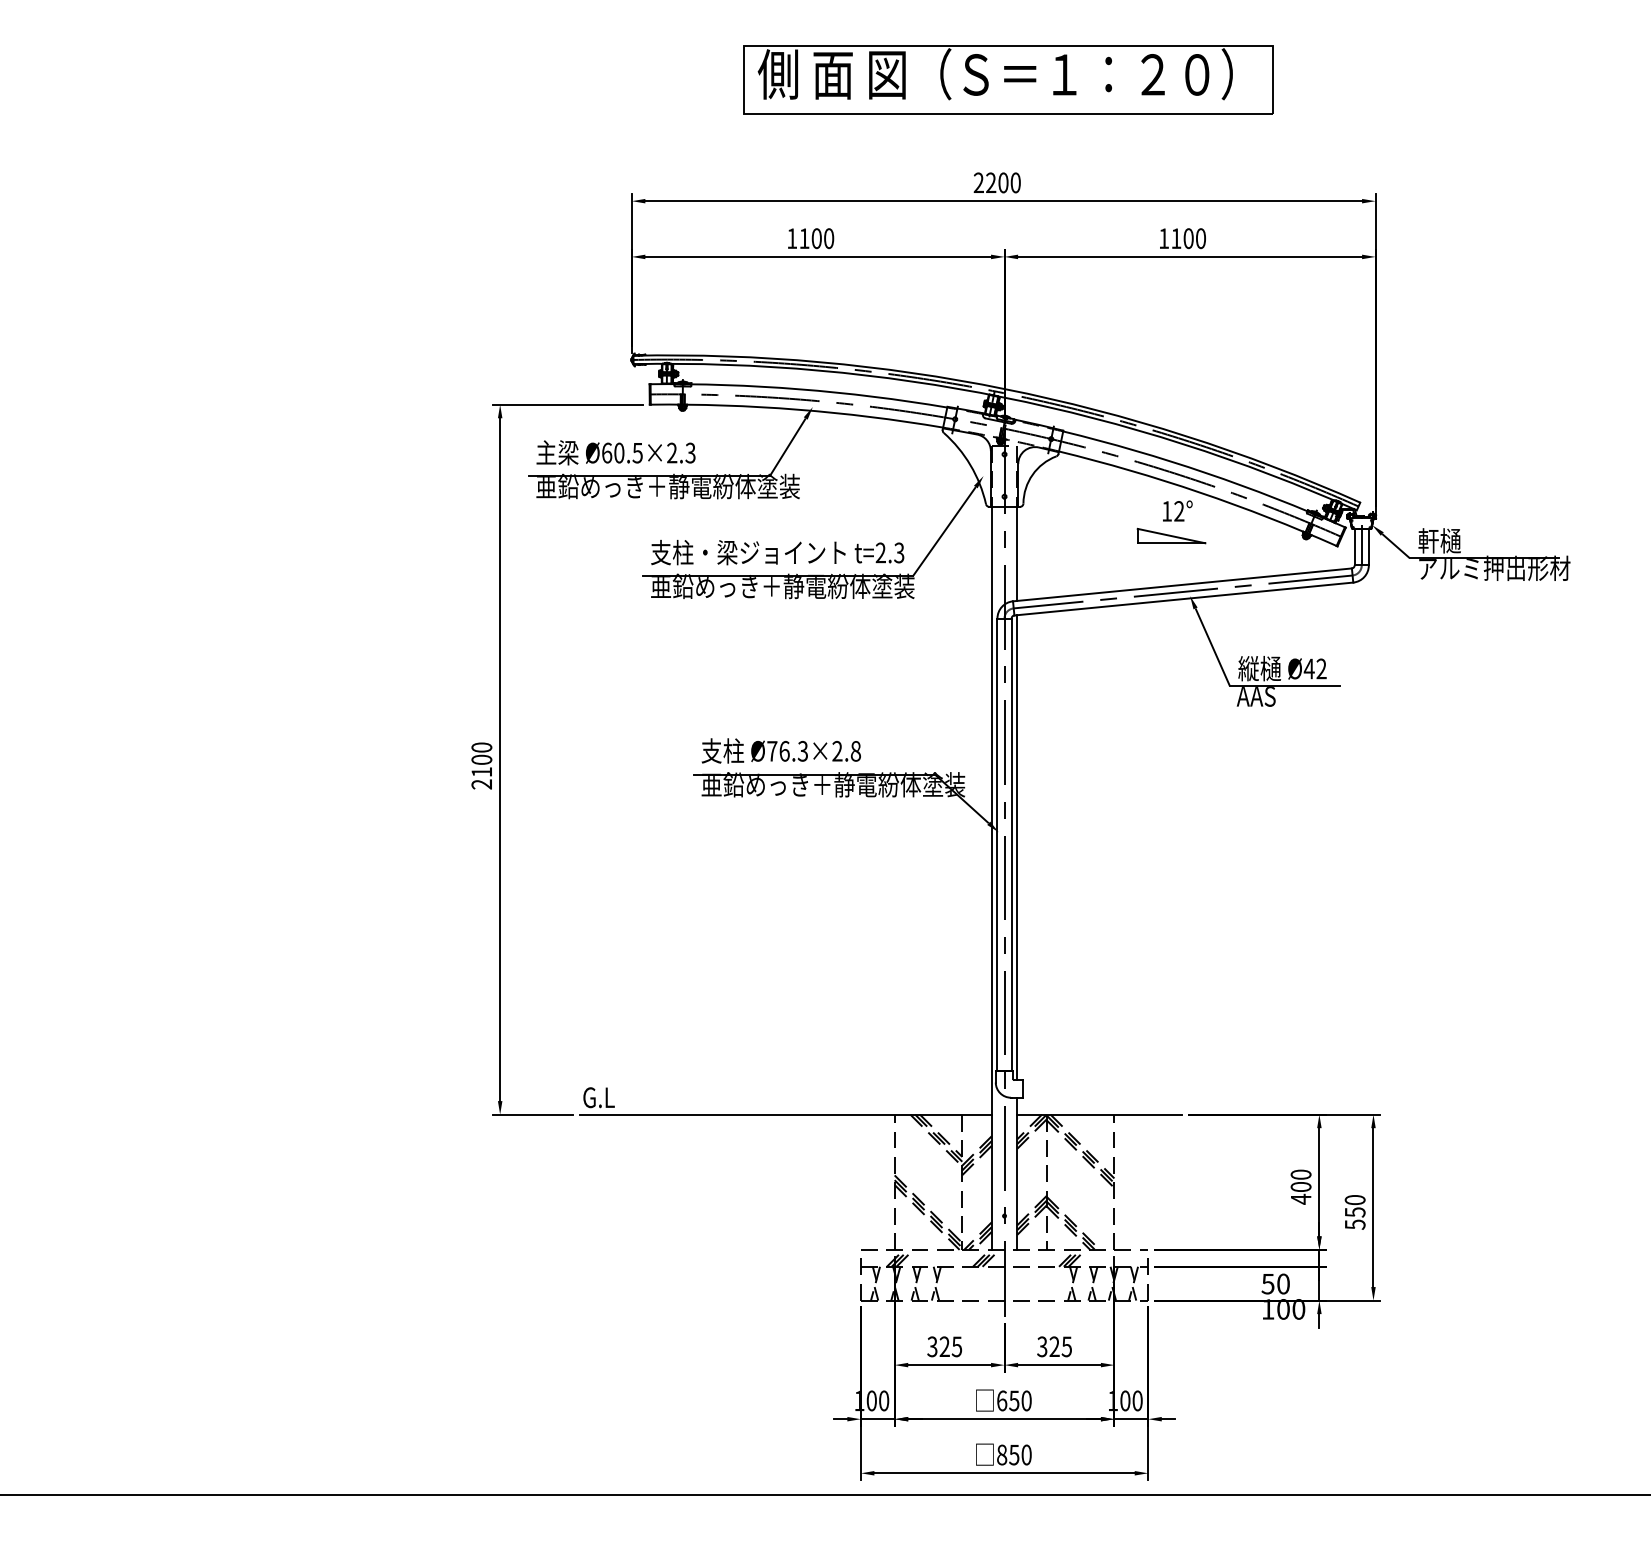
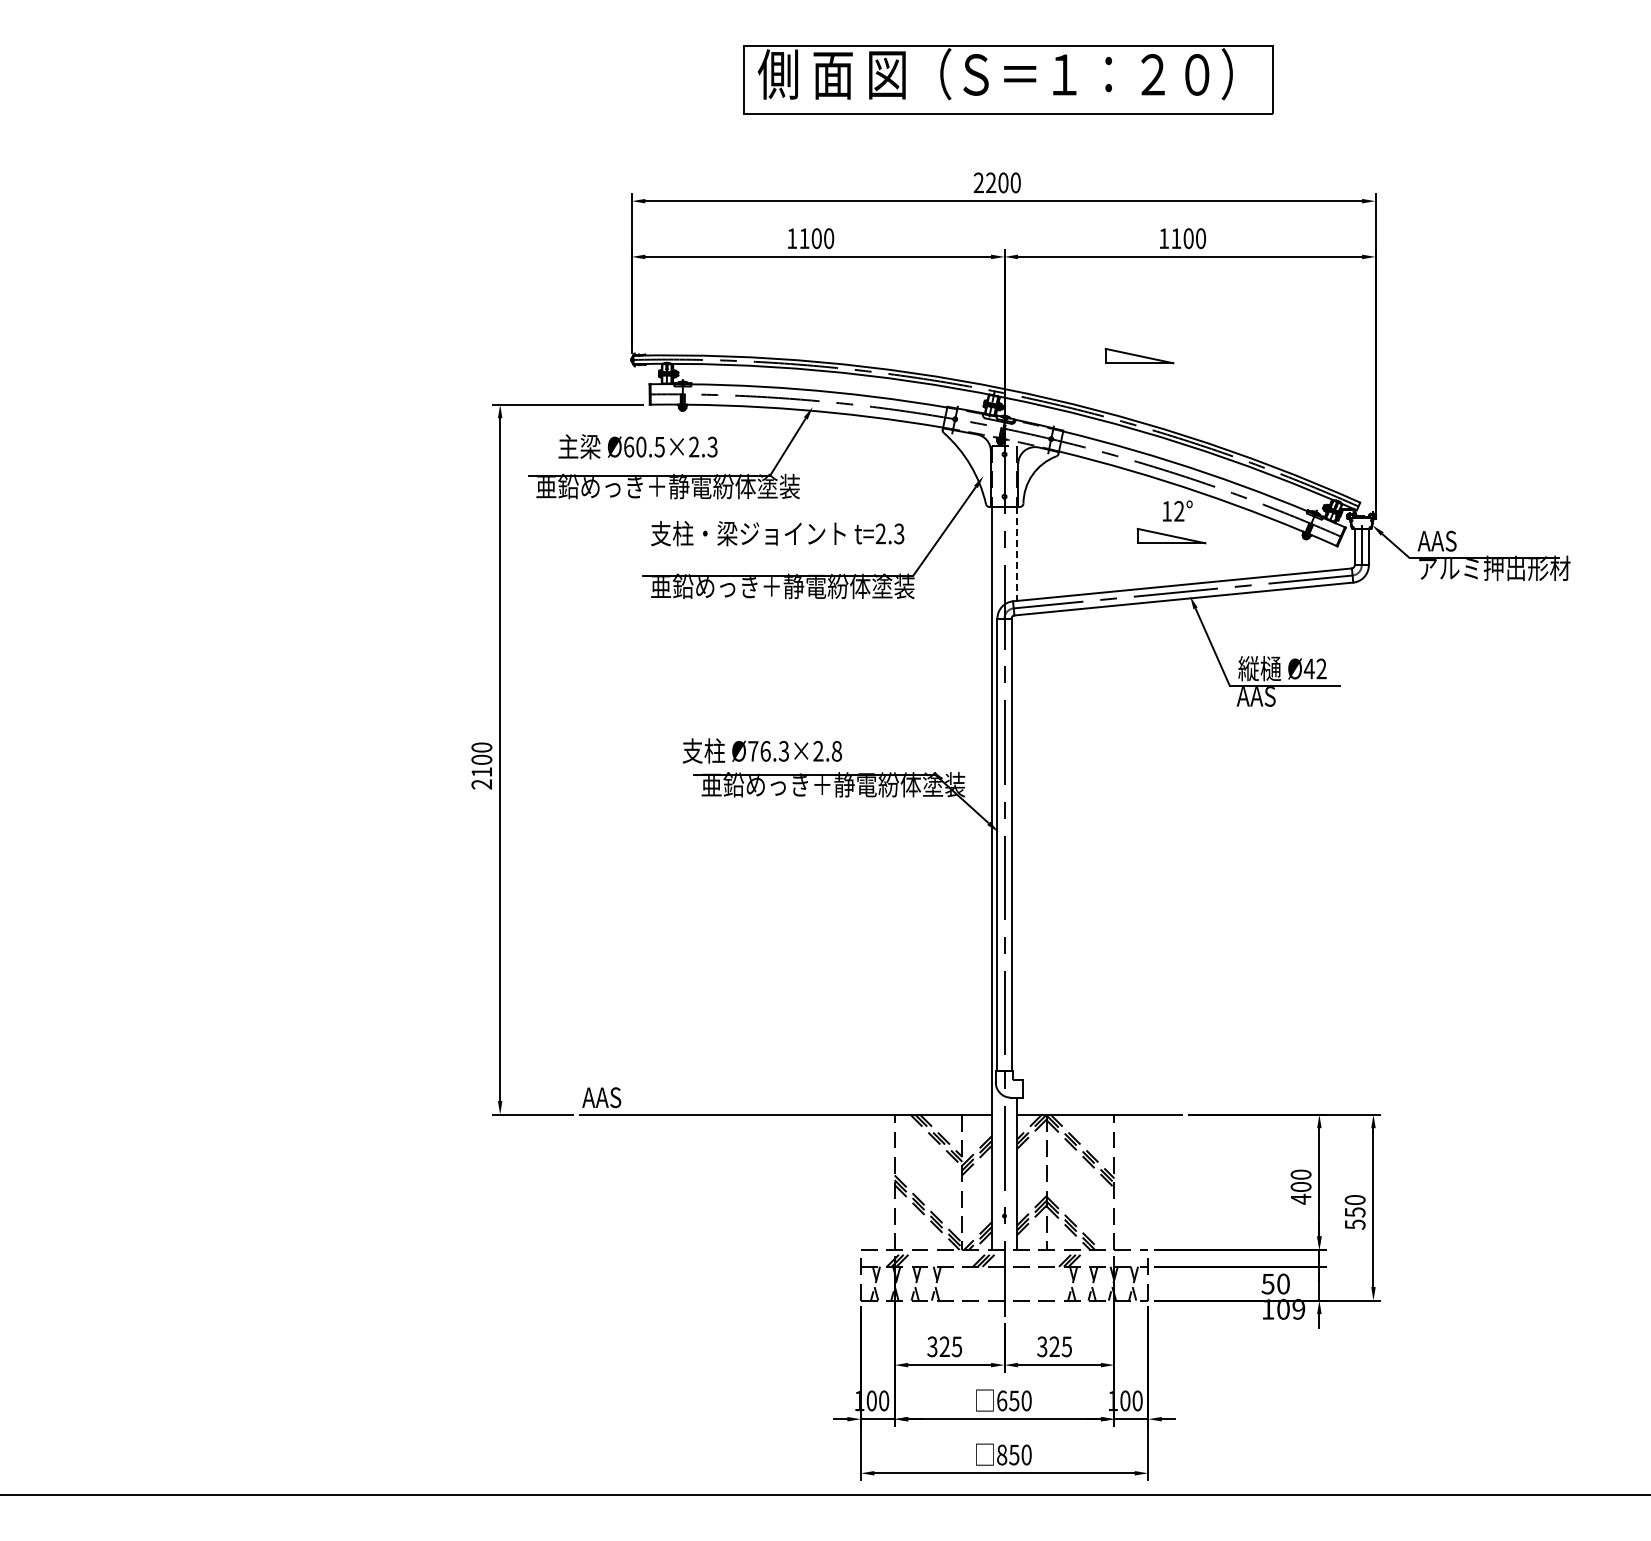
part at (1139, 355): none -> present
text at (615, 452) position: (615, 452) -> (637, 446)
text at (1438, 540): 軒樋 -> AAS
text at (777, 552) position: (777, 552) -> (777, 533)
line at (1017, 554): solid -> dashed
text at (780, 750) position: (780, 750) -> (761, 750)
line at (1017, 847): present -> none
text at (601, 1097): G.L -> AAS
text at (1298, 1309): 100 -> 109
